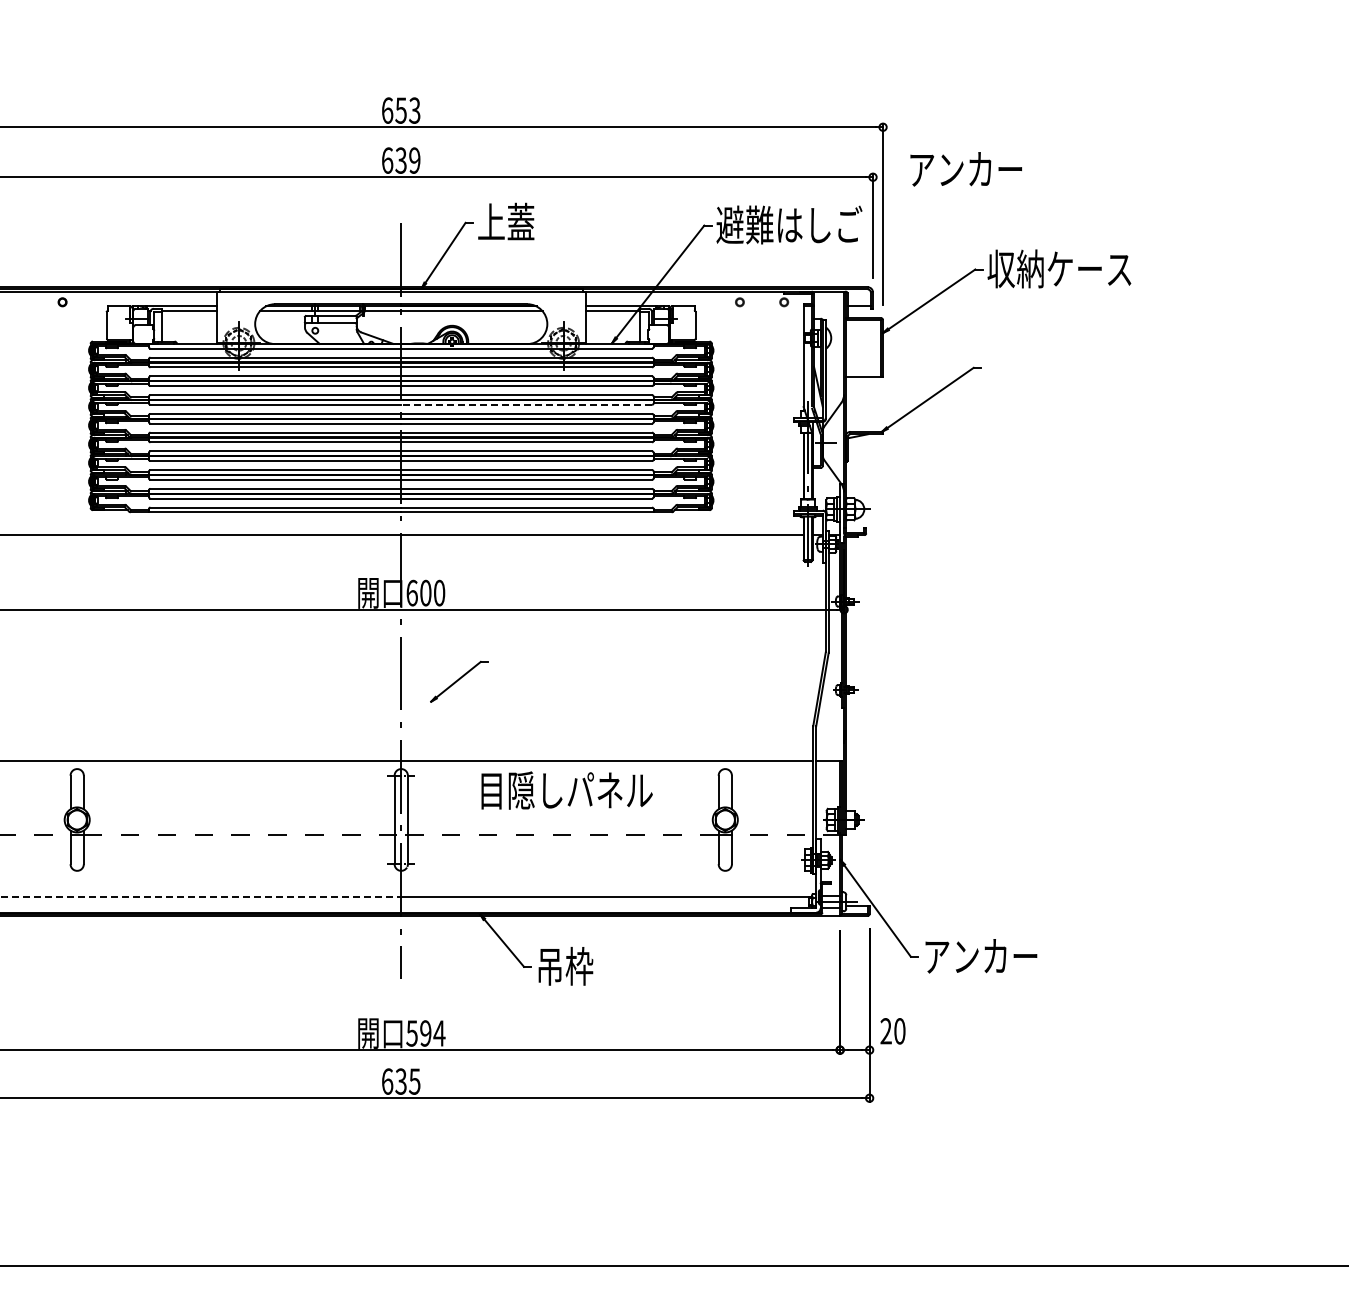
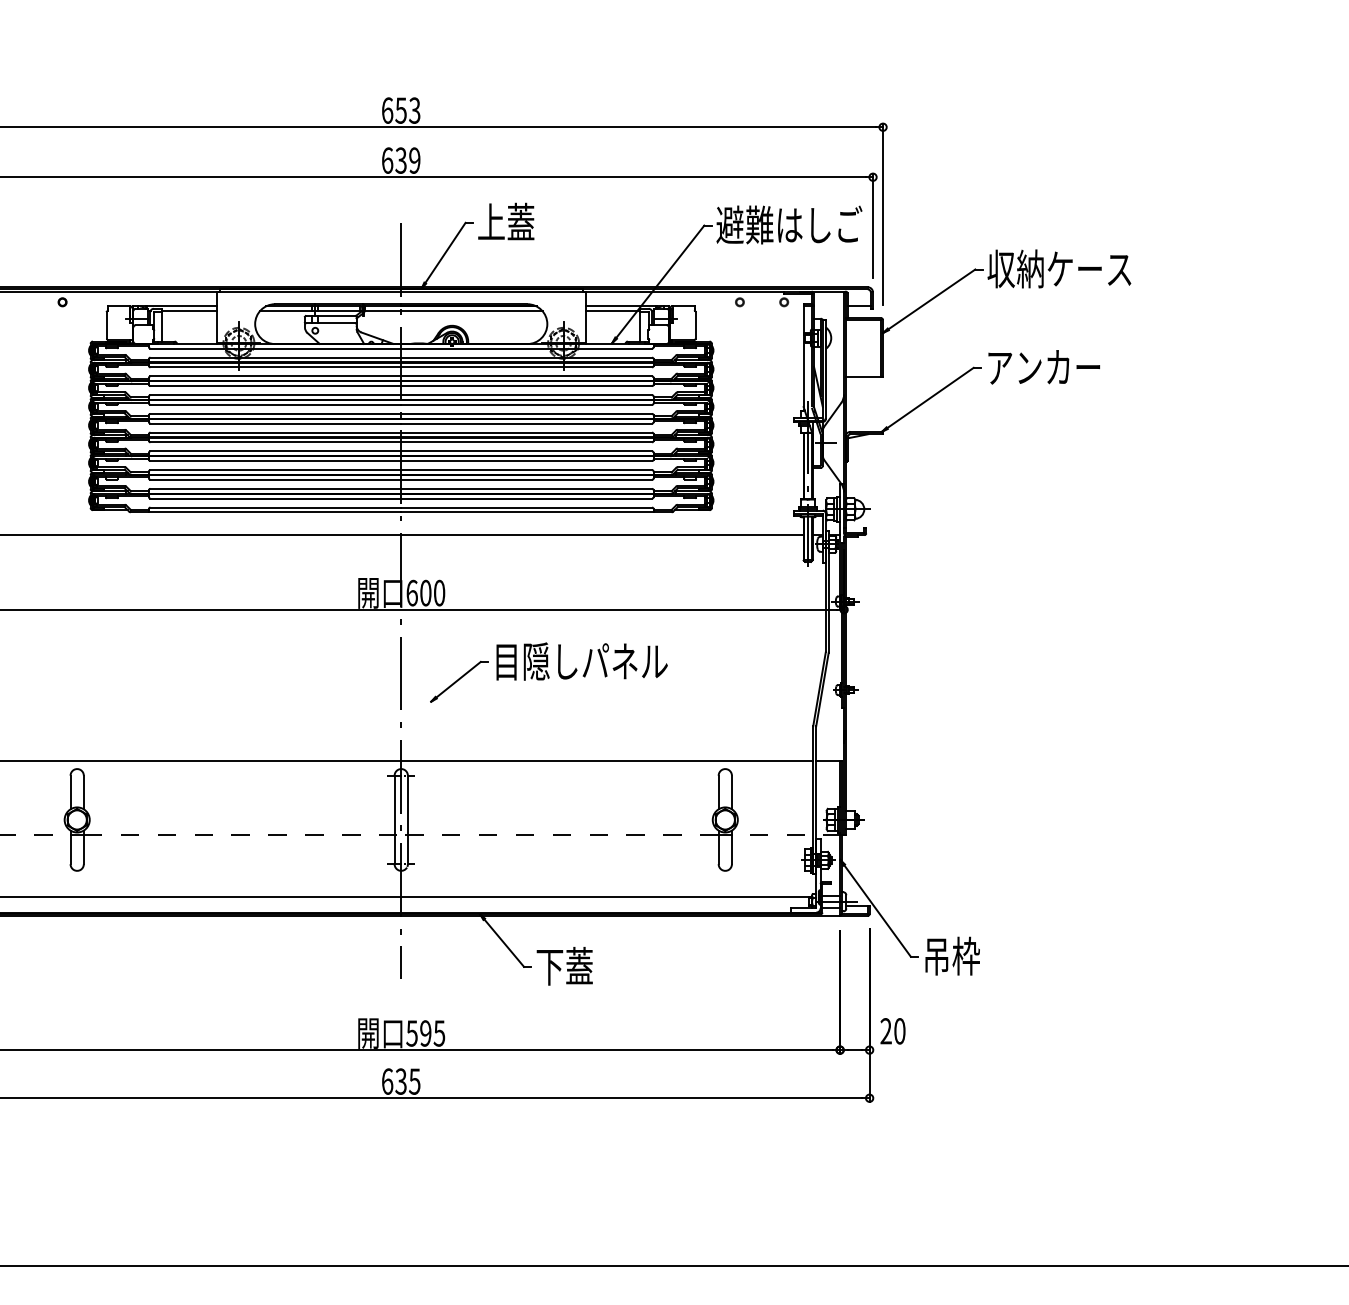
text at (965, 169) position: (965, 169) -> (1043, 367)
line at (526, 404): dashed -> solid
text at (566, 790) position: (566, 790) -> (581, 661)
line at (201, 896): dashed -> solid
text at (981, 955): アンカー -> 吊枠
text at (564, 965): 吊枠 -> 下蓋
text at (439, 1033): 594 -> 595
